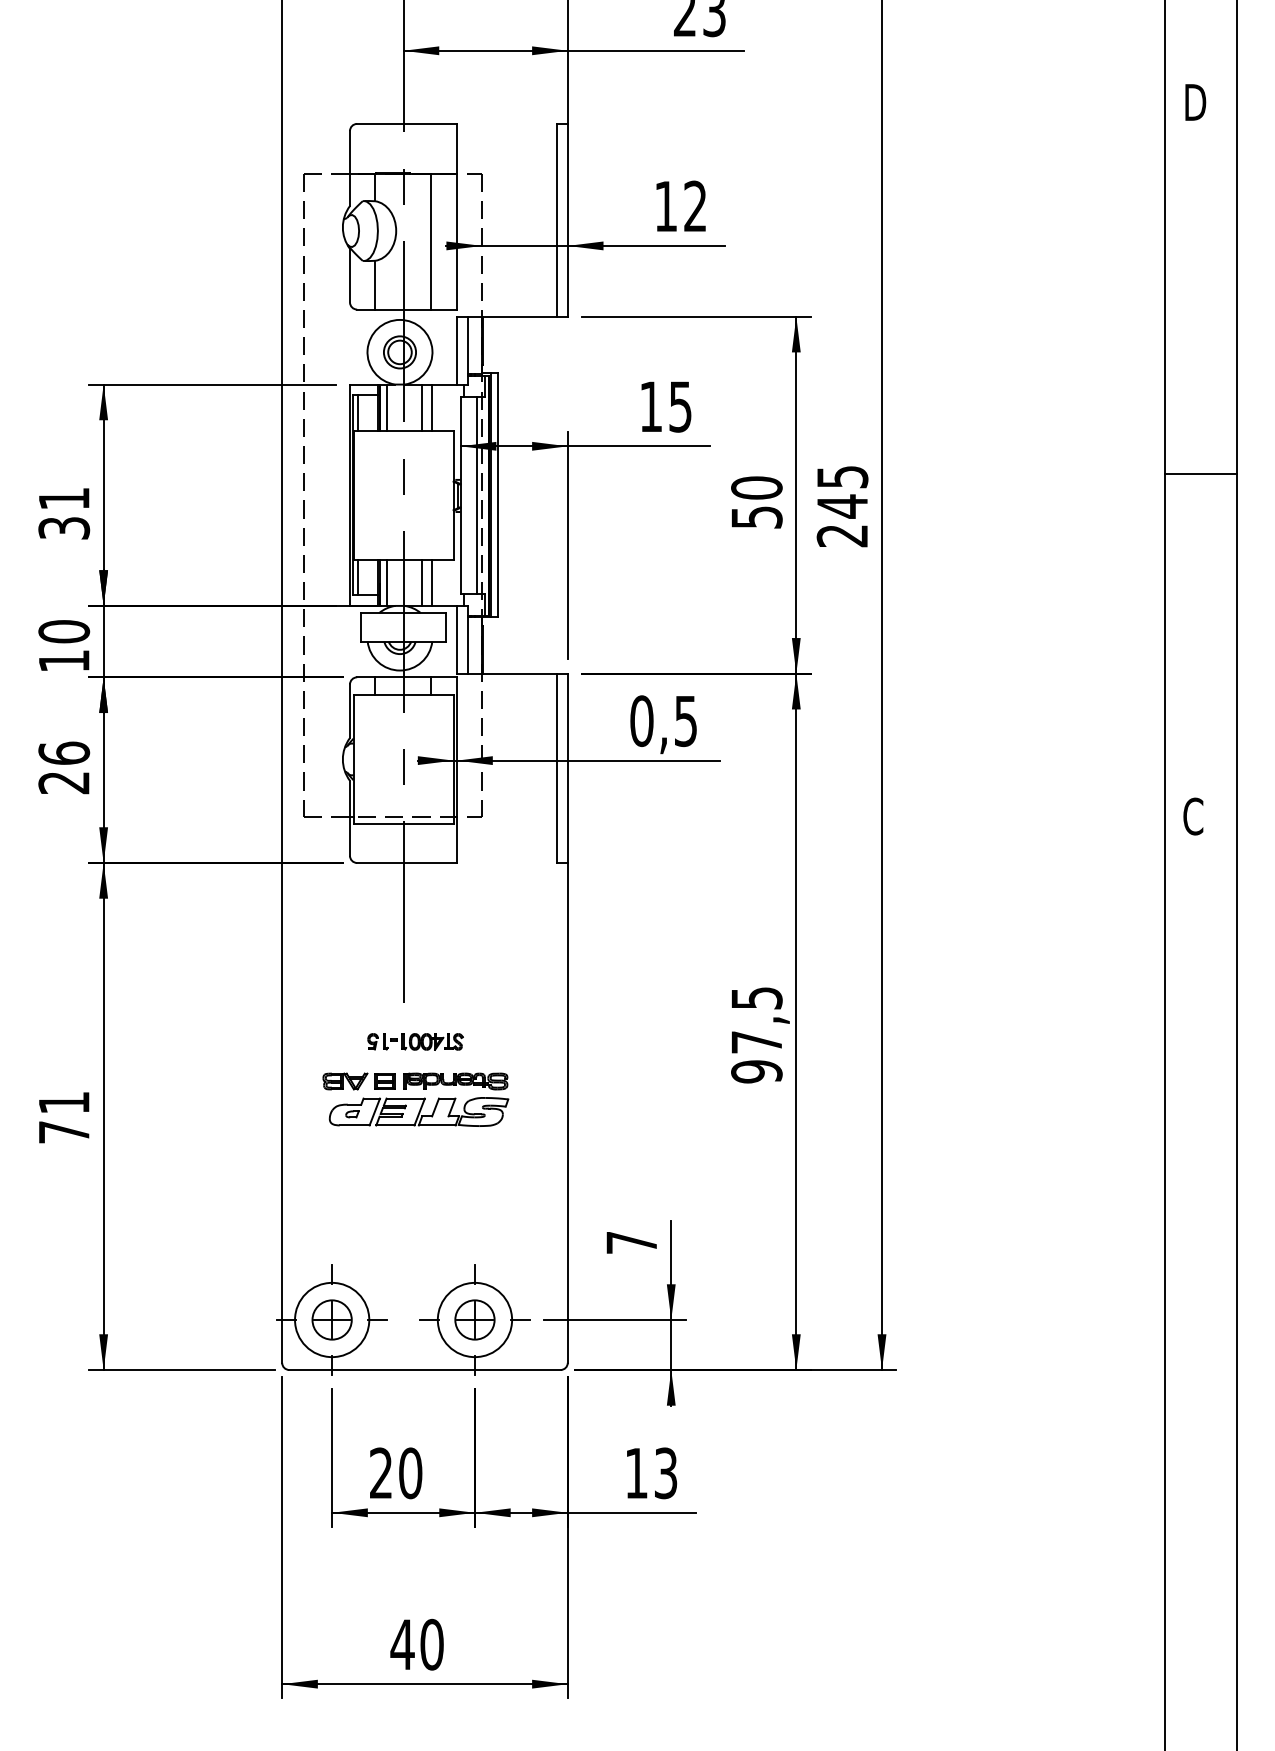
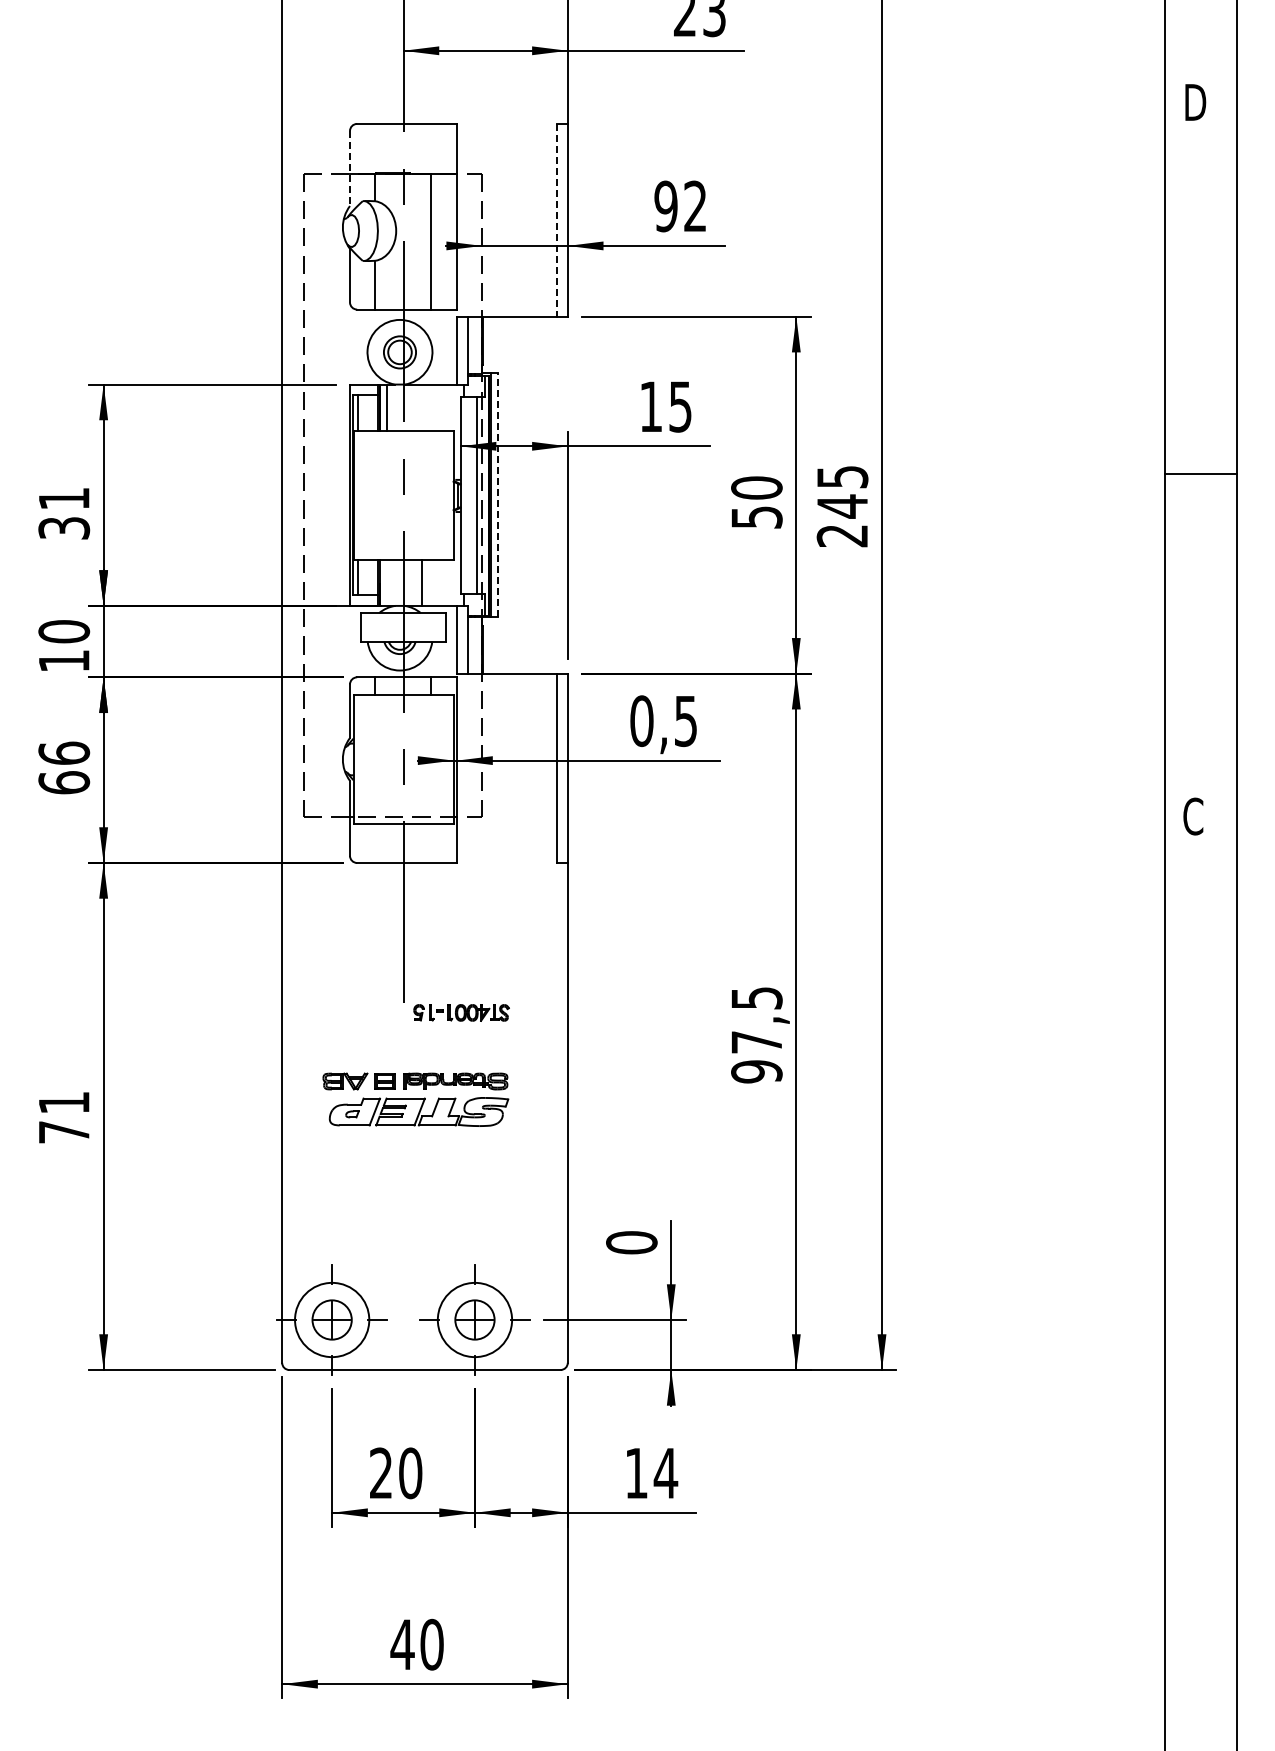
line at (350, 169): solid -> dashed
text at (665, 206): 12 -> 92
line at (557, 220): solid -> dashed
line at (421, 407): present -> none
line at (432, 407): present -> none
line at (498, 495): solid -> dashed
line at (387, 582): present -> none
line at (432, 582): present -> none
text at (64, 782): 26 -> 66
part at (415, 1041) position: (415, 1041) -> (461, 1012)
text at (631, 1242): 7 -> 0
text at (665, 1473): 13 -> 14
